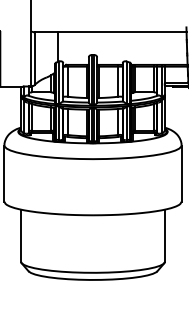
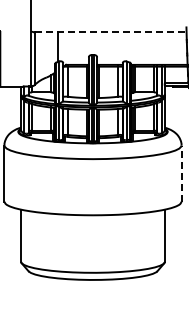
line at (111, 32): solid -> dashed
line at (181, 173): solid -> dashed
